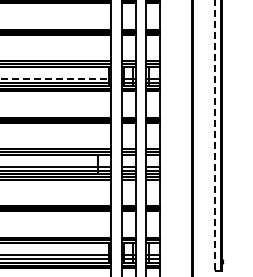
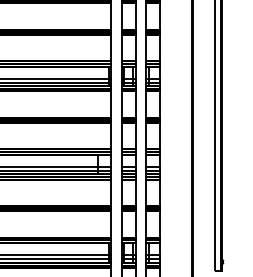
line at (54, 78): dashed -> solid
line at (215, 135): dashed -> solid
